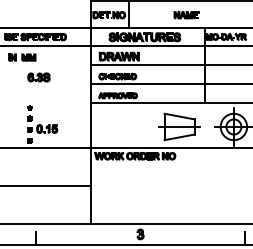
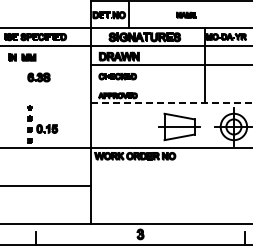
part at (186, 15) size: 27x9 px -> 21x8 px
line at (170, 84): present -> none
line at (172, 103): solid -> dashed
